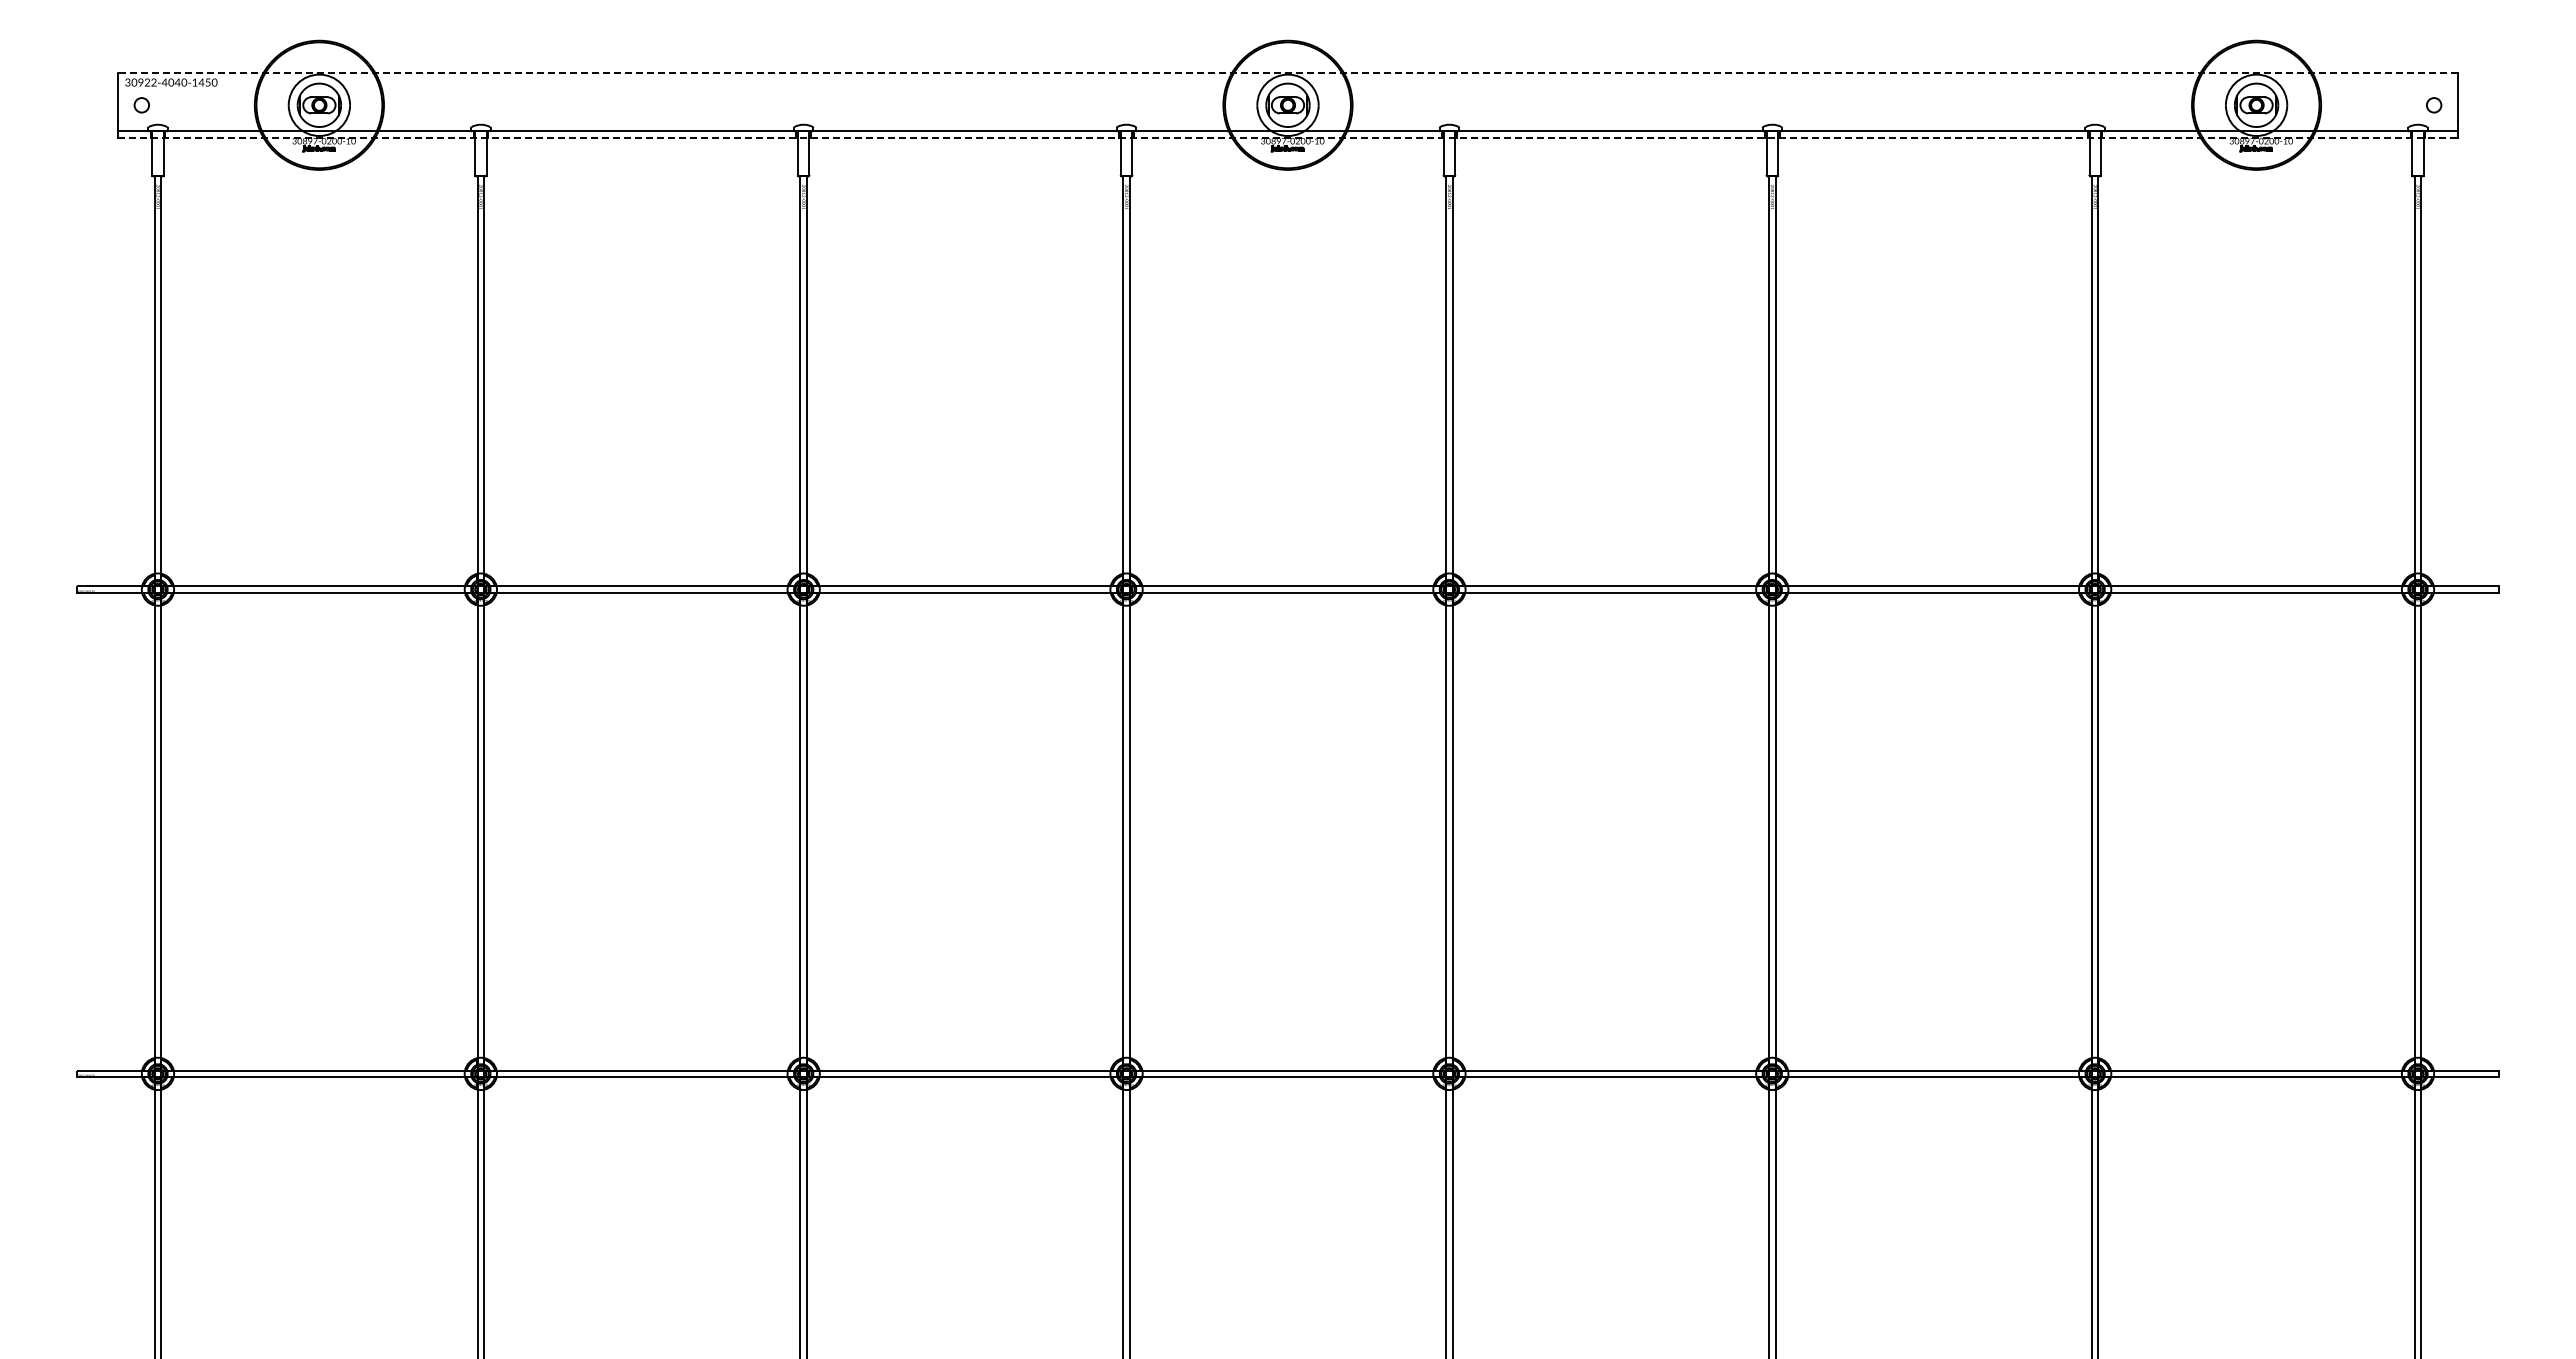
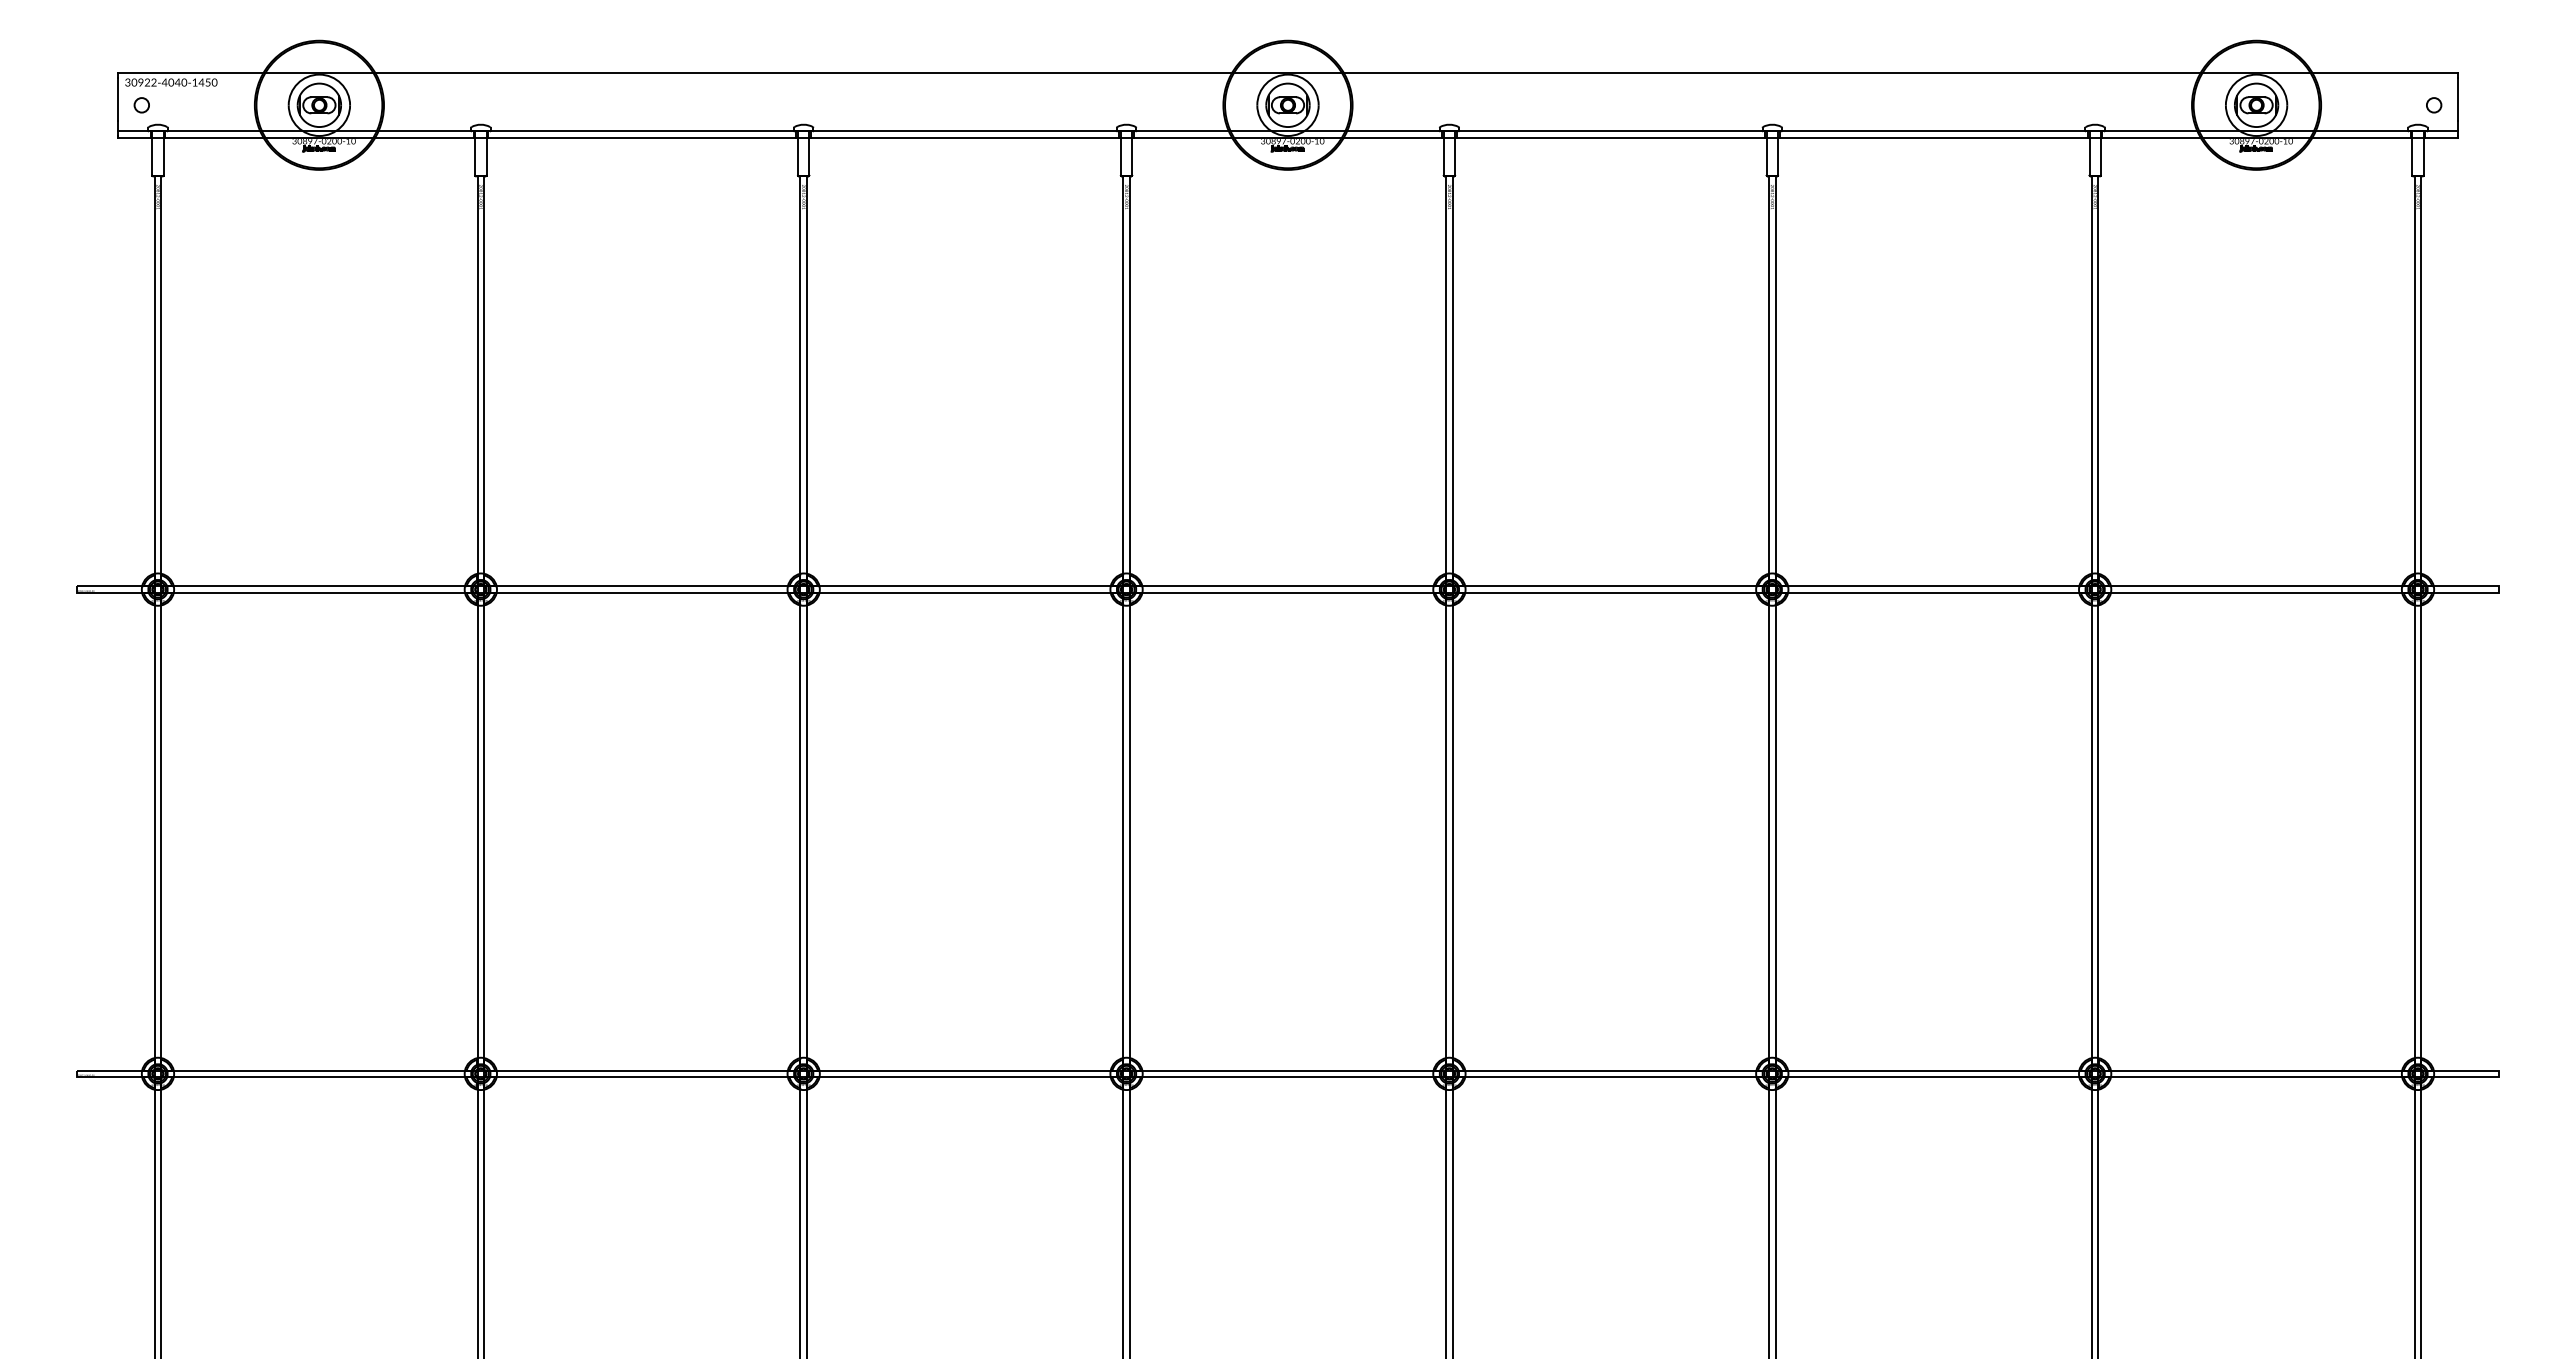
line at (1287, 73): dashed -> solid
line at (1288, 137): dashed -> solid
